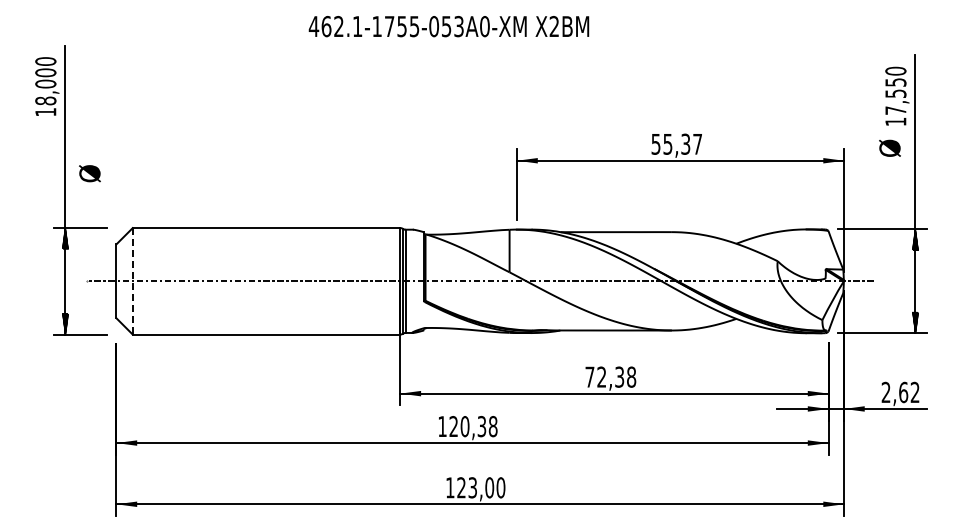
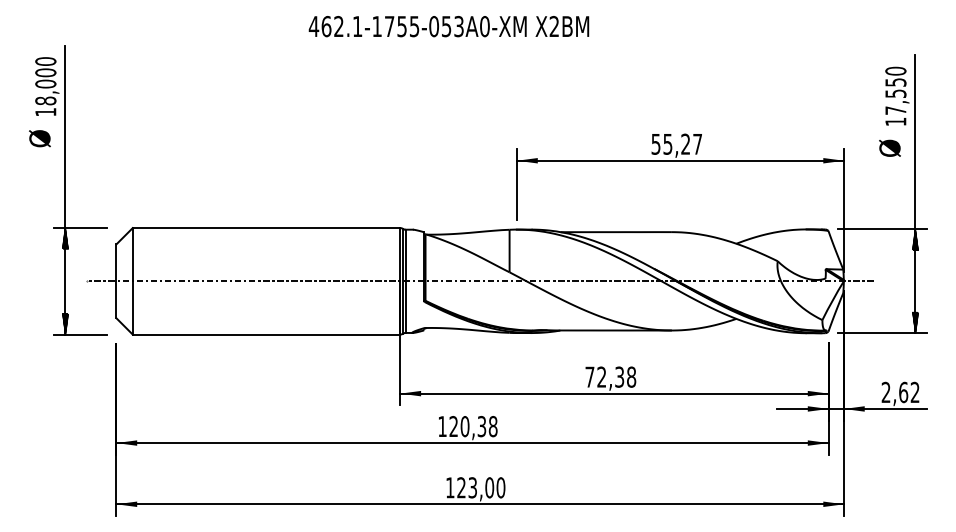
text at (685, 144): 55,37 -> 55,27
text at (89, 173) position: (89, 173) -> (39, 138)
line at (132, 281): dashed -> solid
